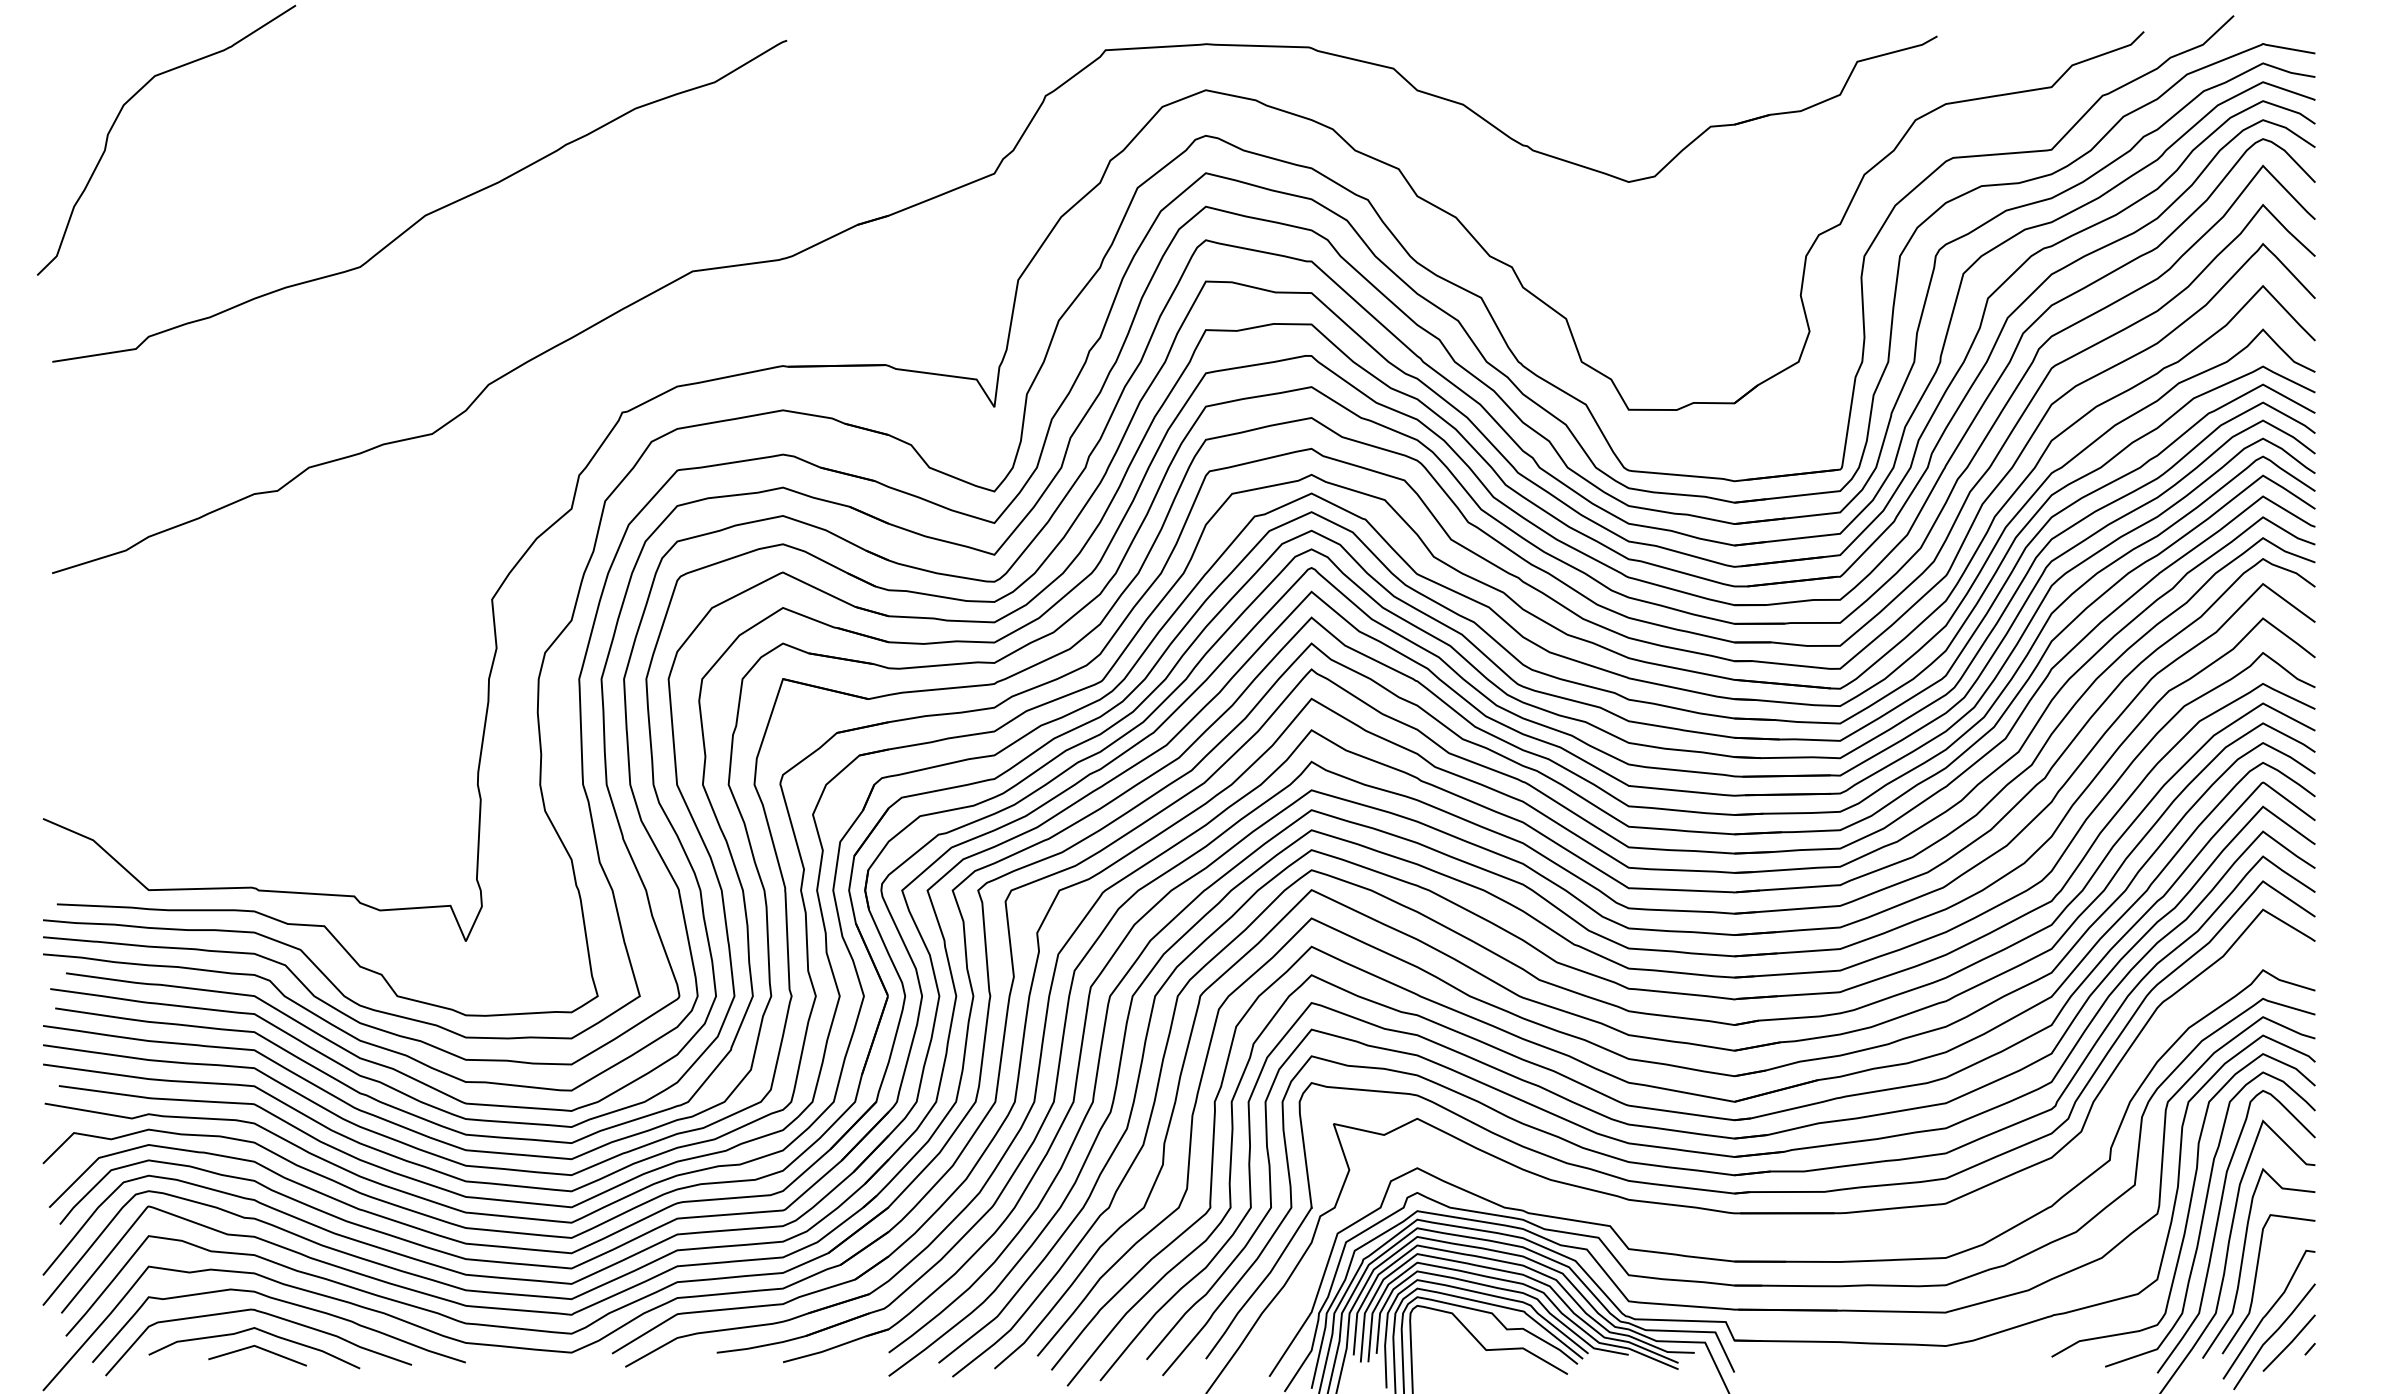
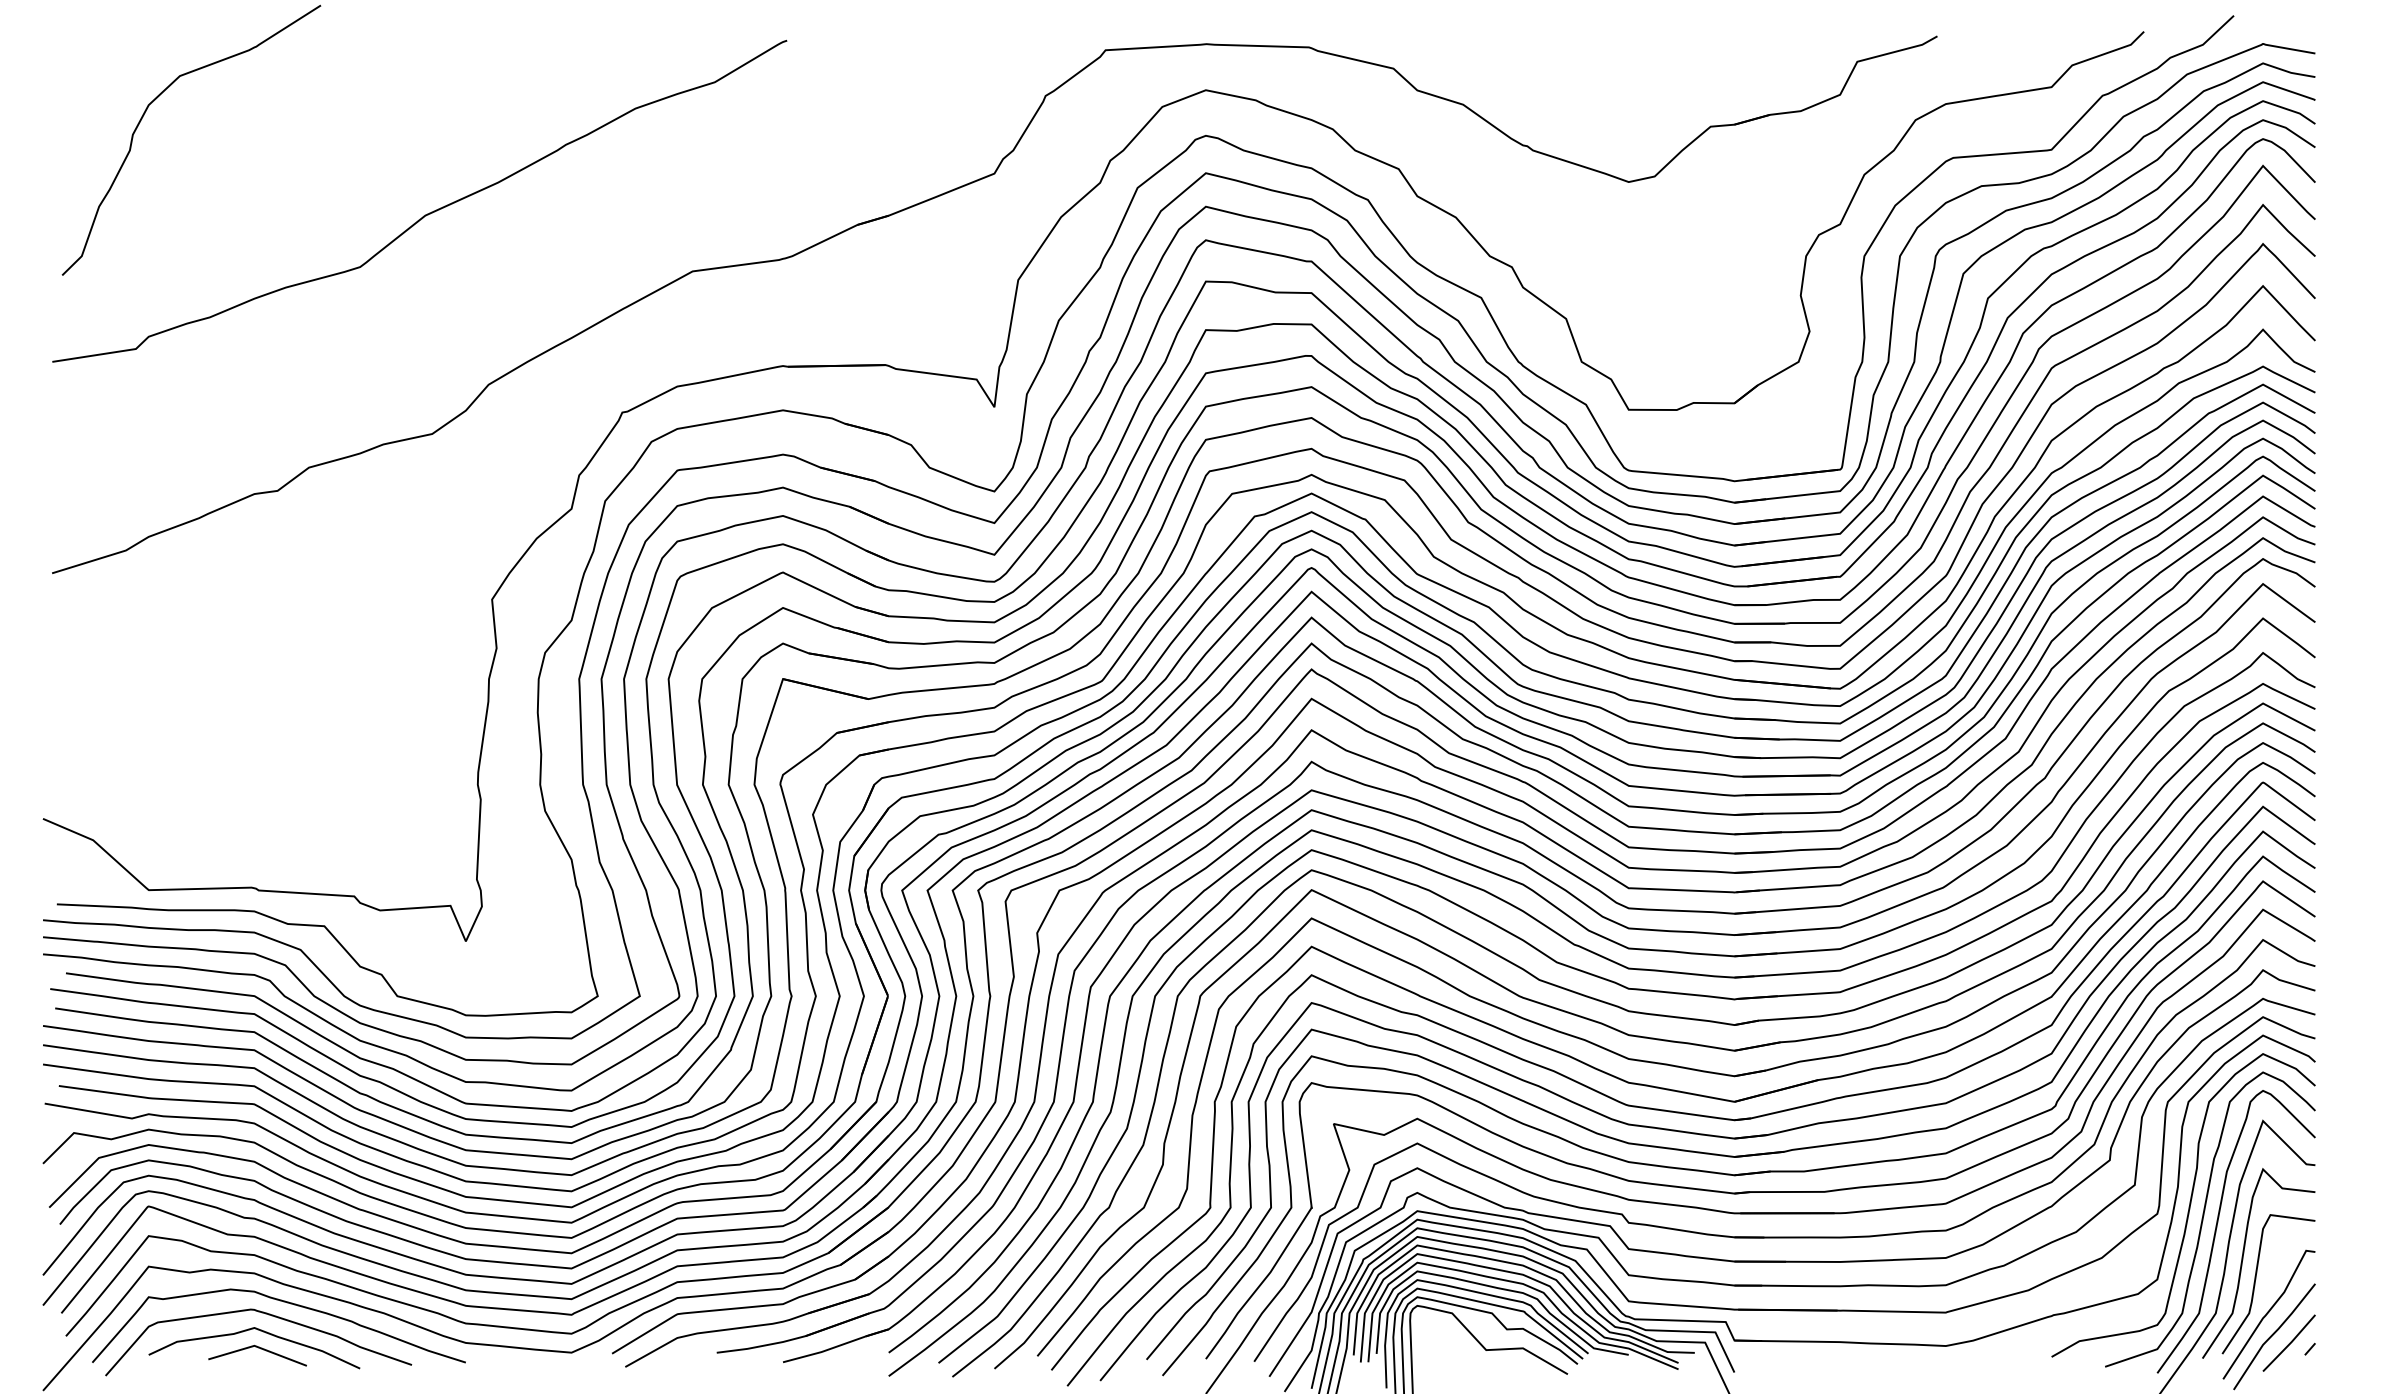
curve at (119, 115) position: (119, 115) -> (144, 115)
part at (1784, 1236): none -> present
